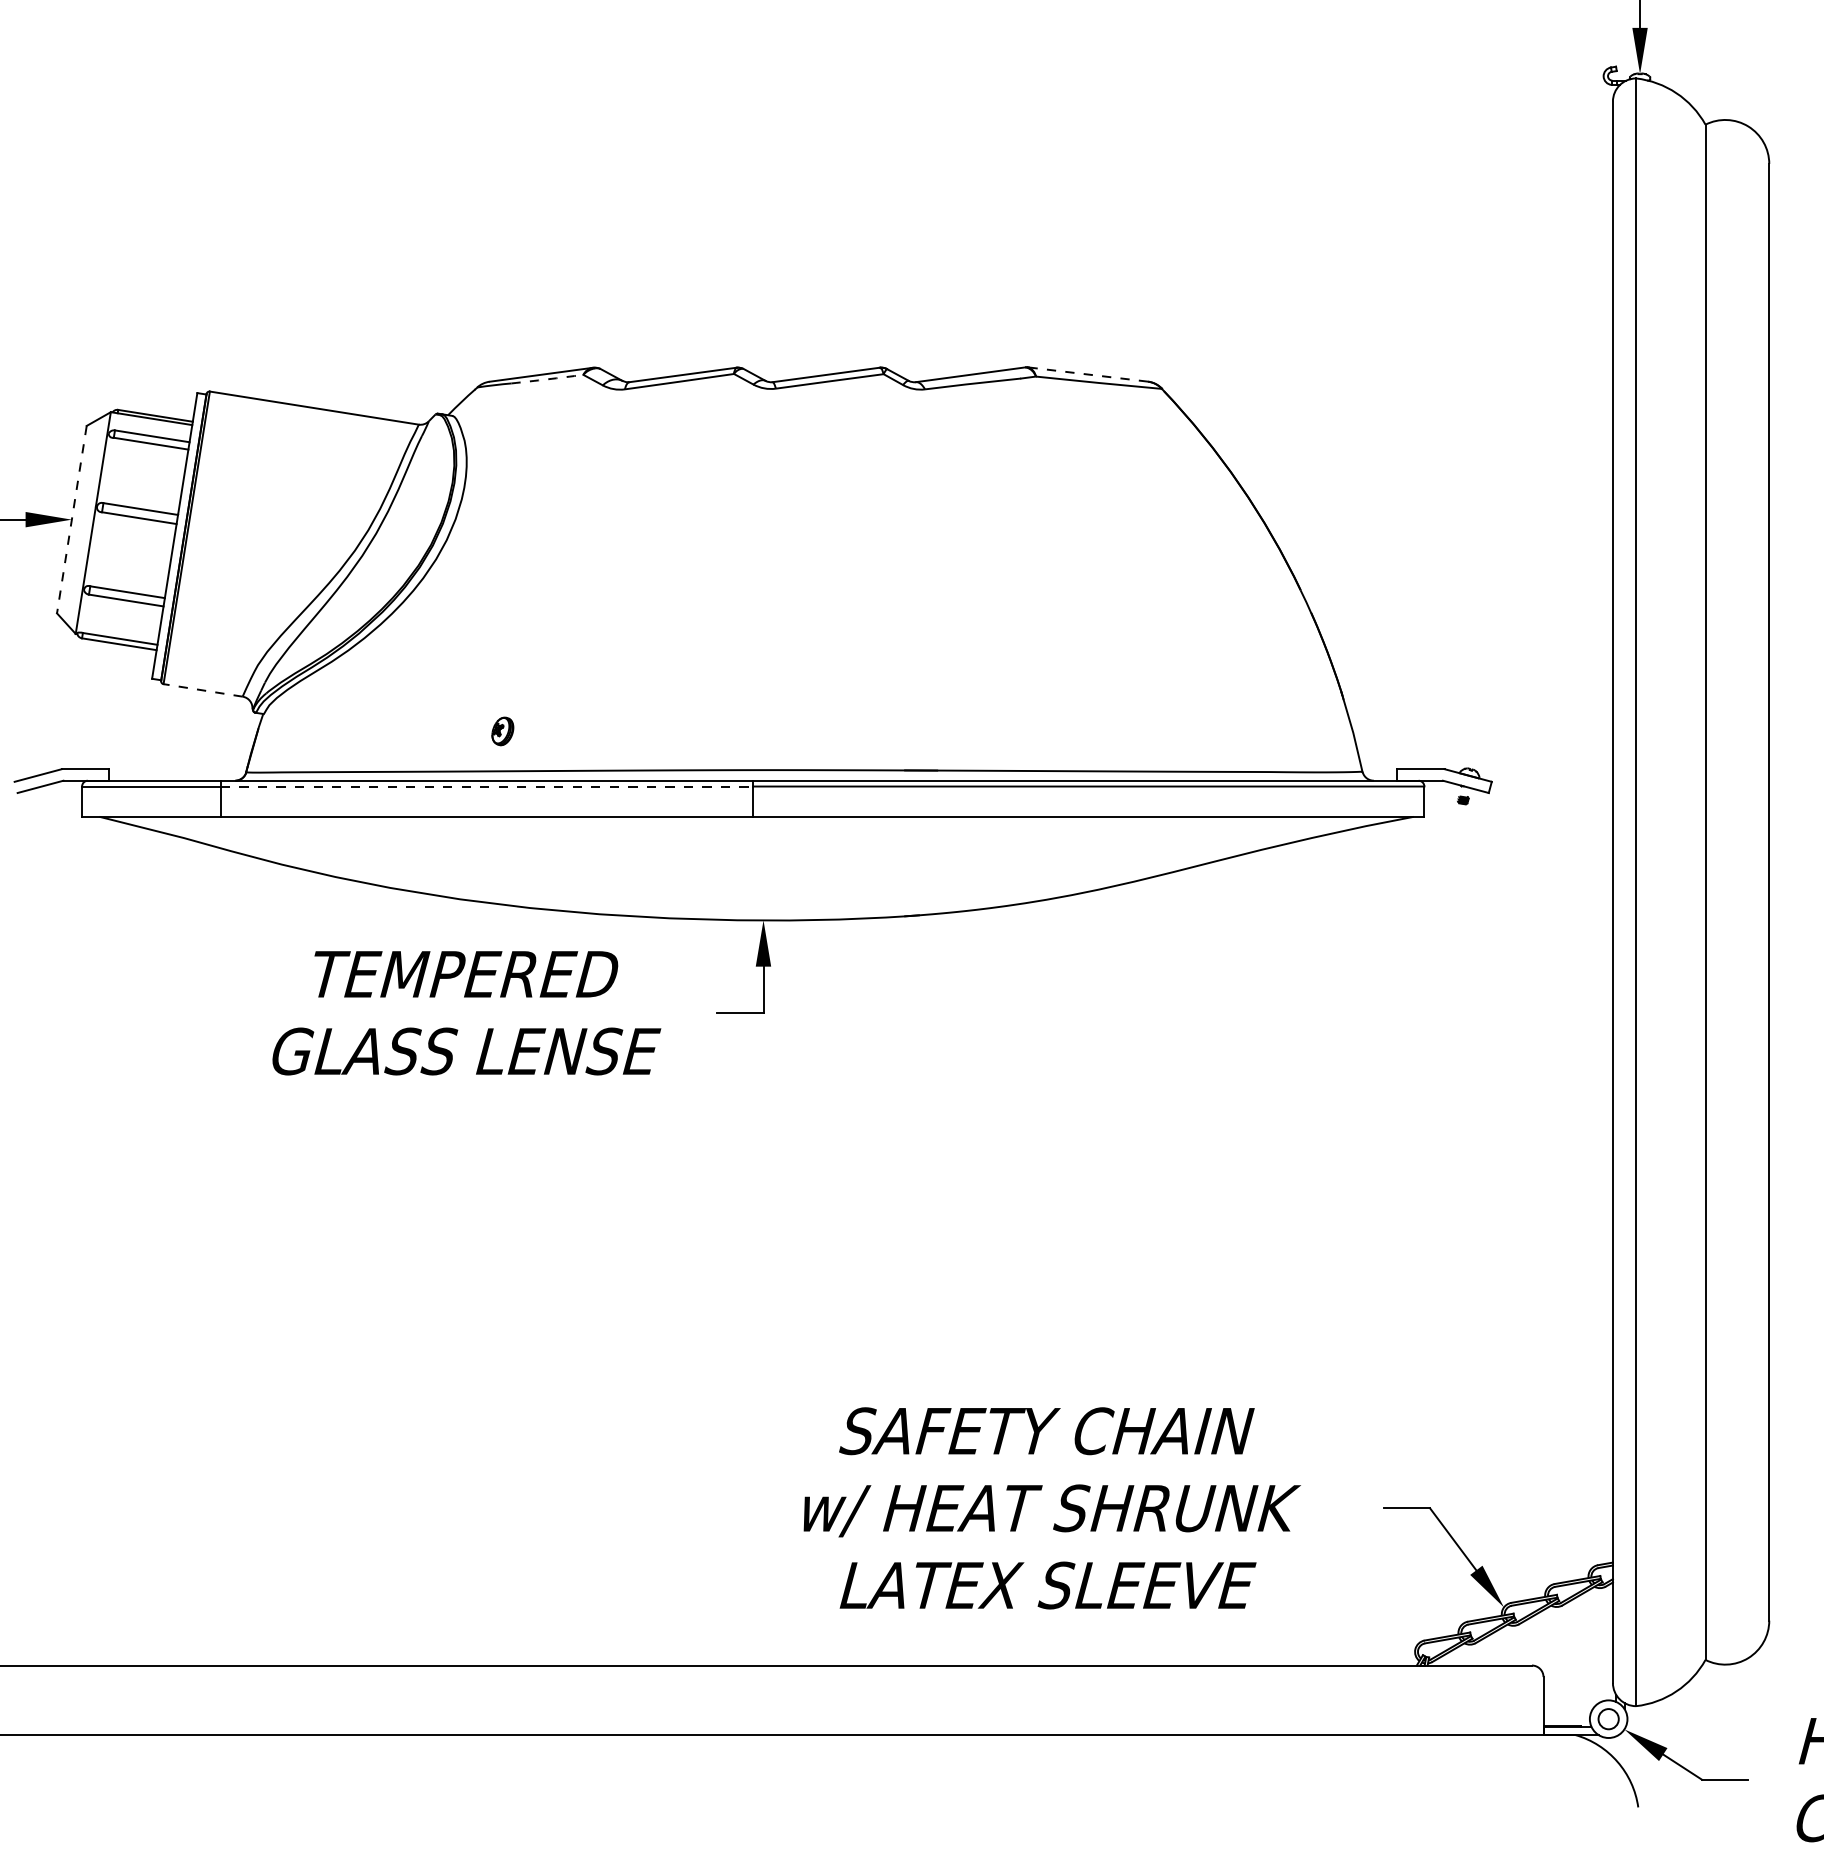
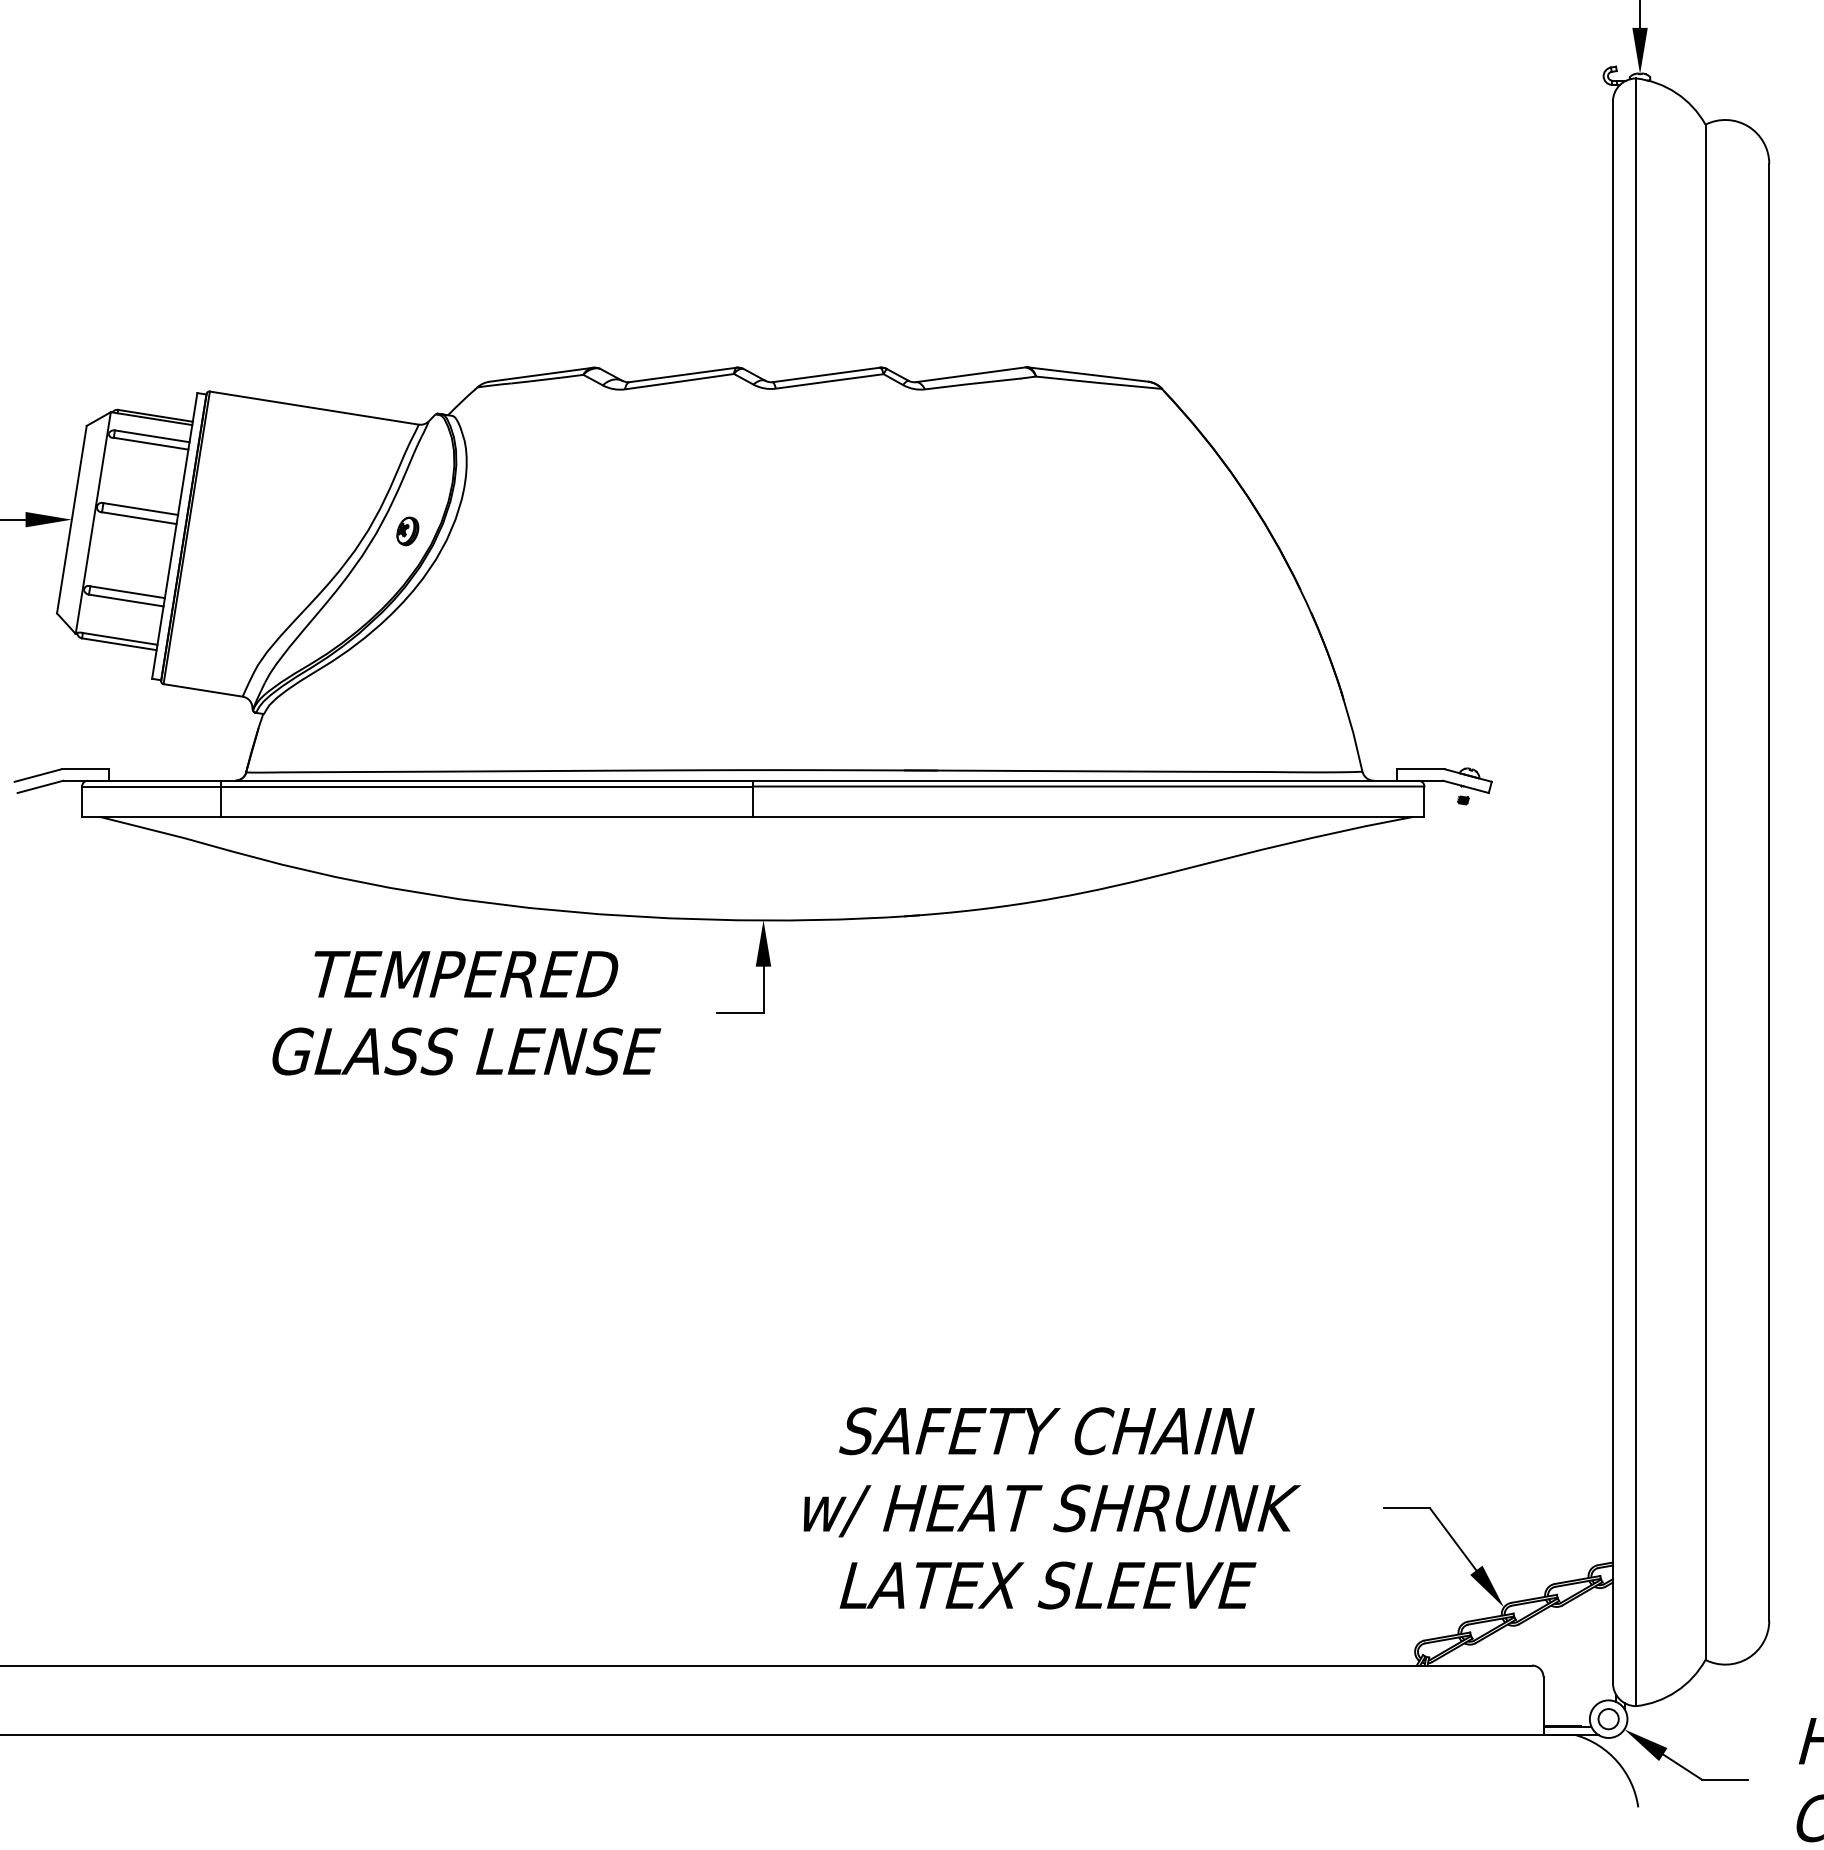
line at (1087, 374): dashed -> solid
arc at (547, 379): dashed -> solid
line at (71, 519): dashed -> solid
line at (202, 690): dashed -> solid
part at (502, 731) position: (502, 731) -> (407, 531)
line at (487, 786): dashed -> solid
